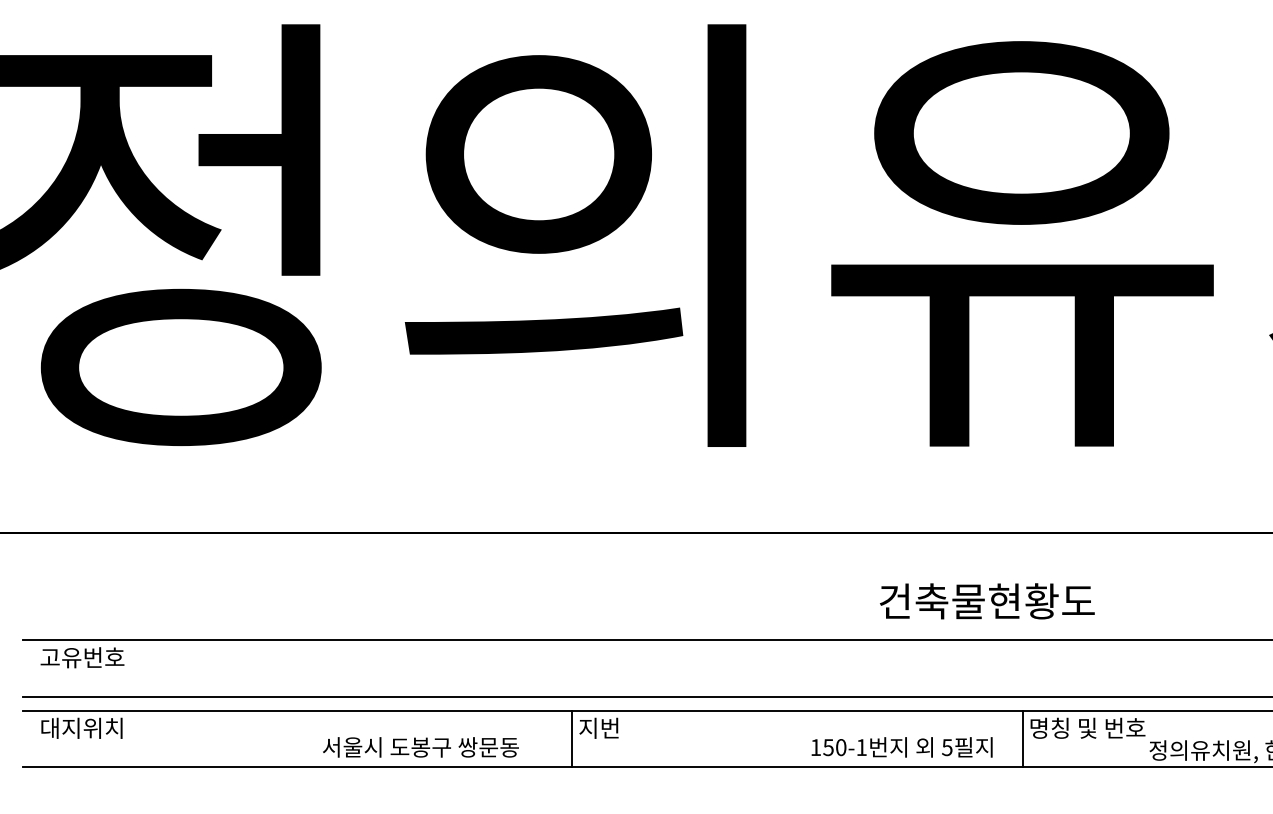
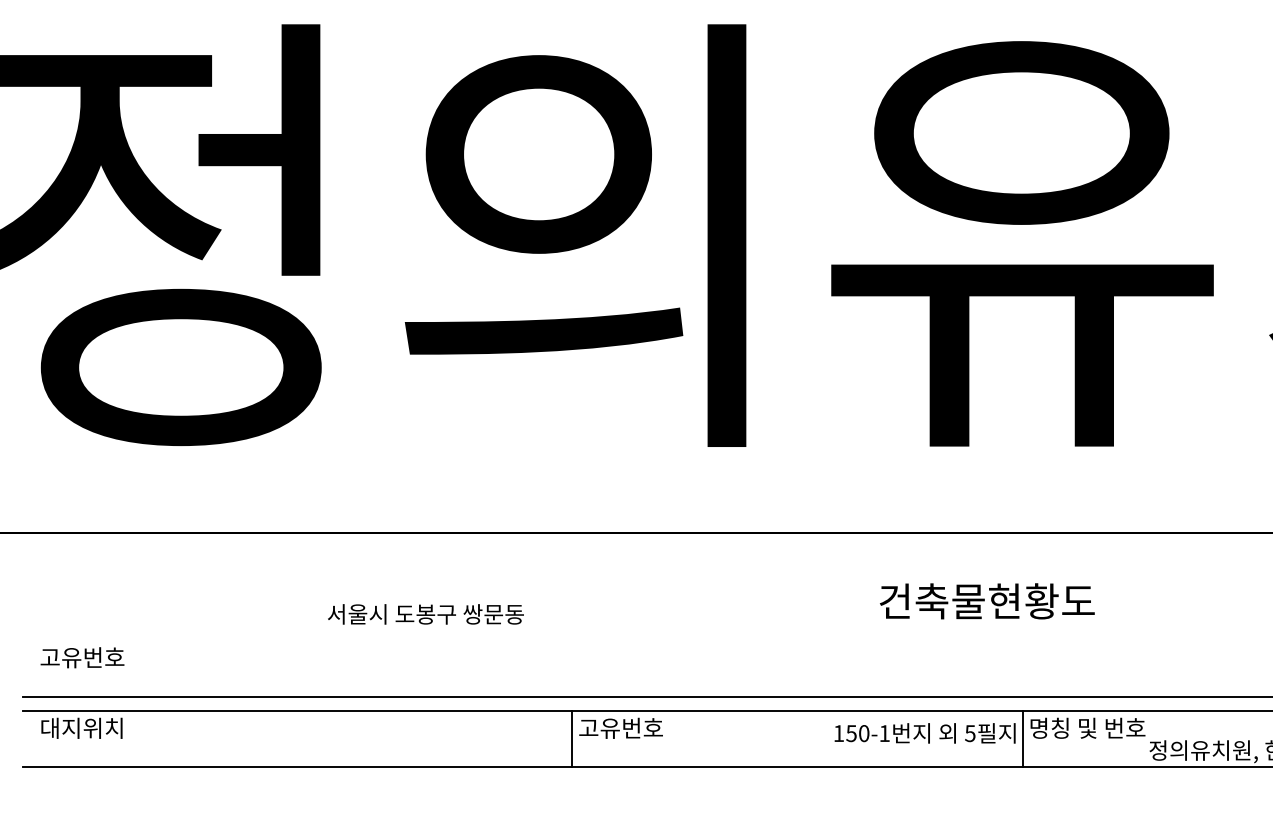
line at (645, 640): present -> none
text at (620, 727): 지번 -> 고유번호
text at (420, 747) position: (420, 747) -> (425, 614)
text at (901, 747) position: (901, 747) -> (924, 733)
